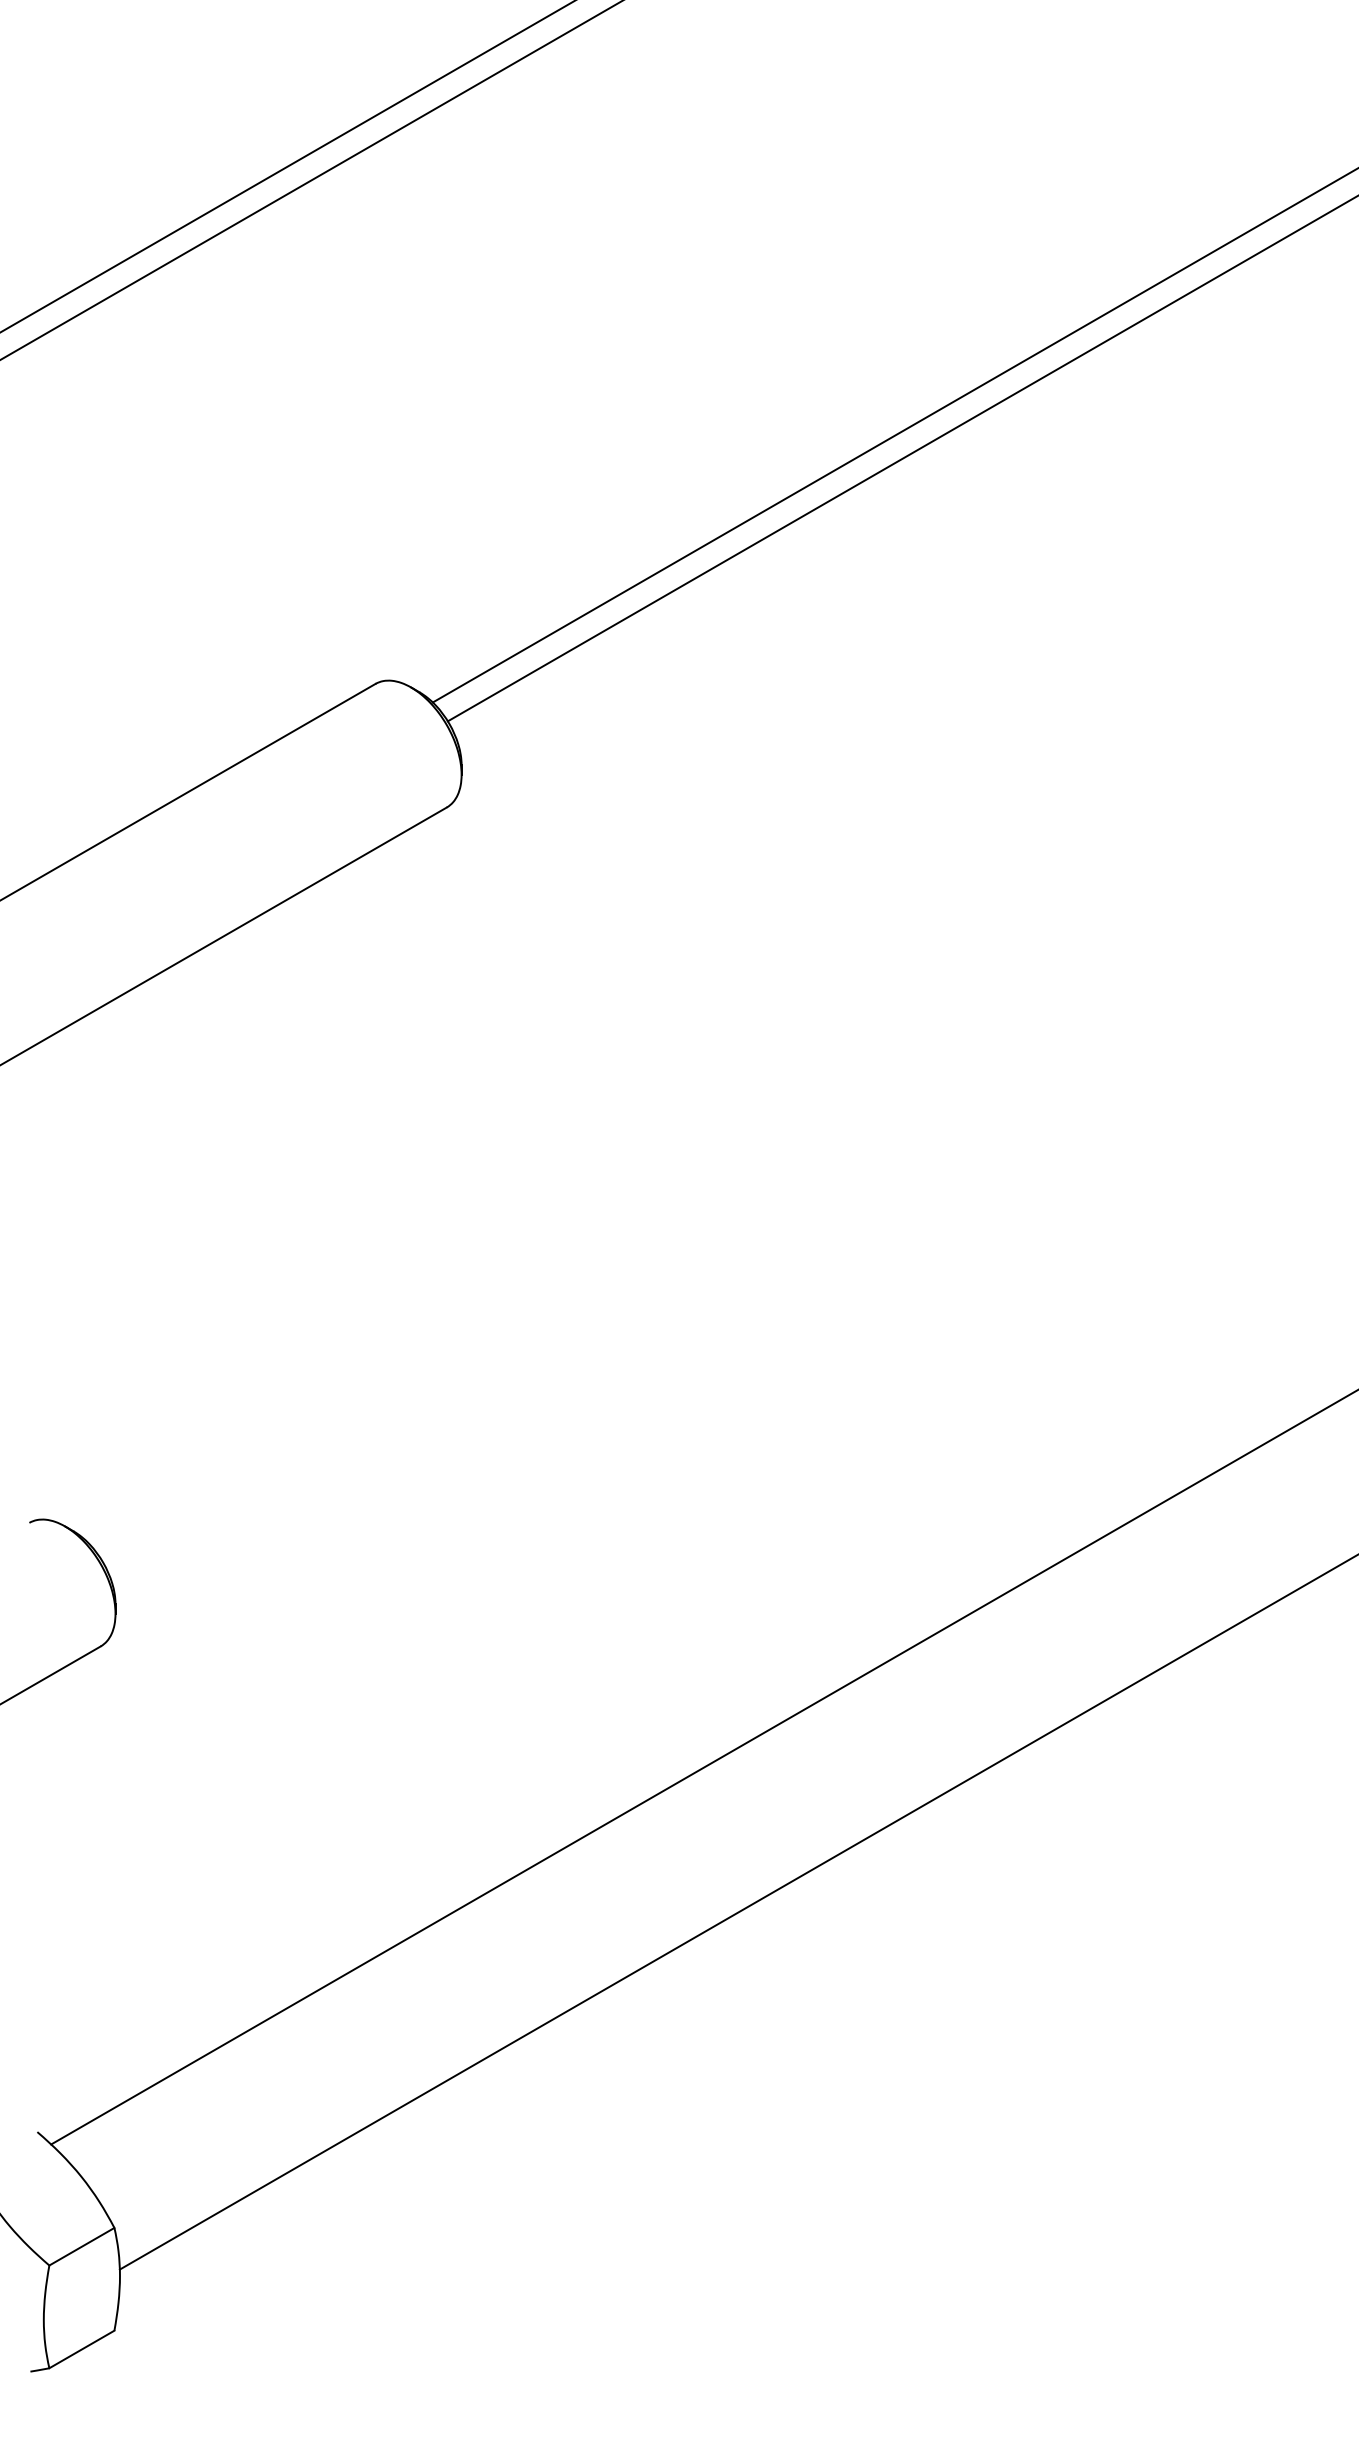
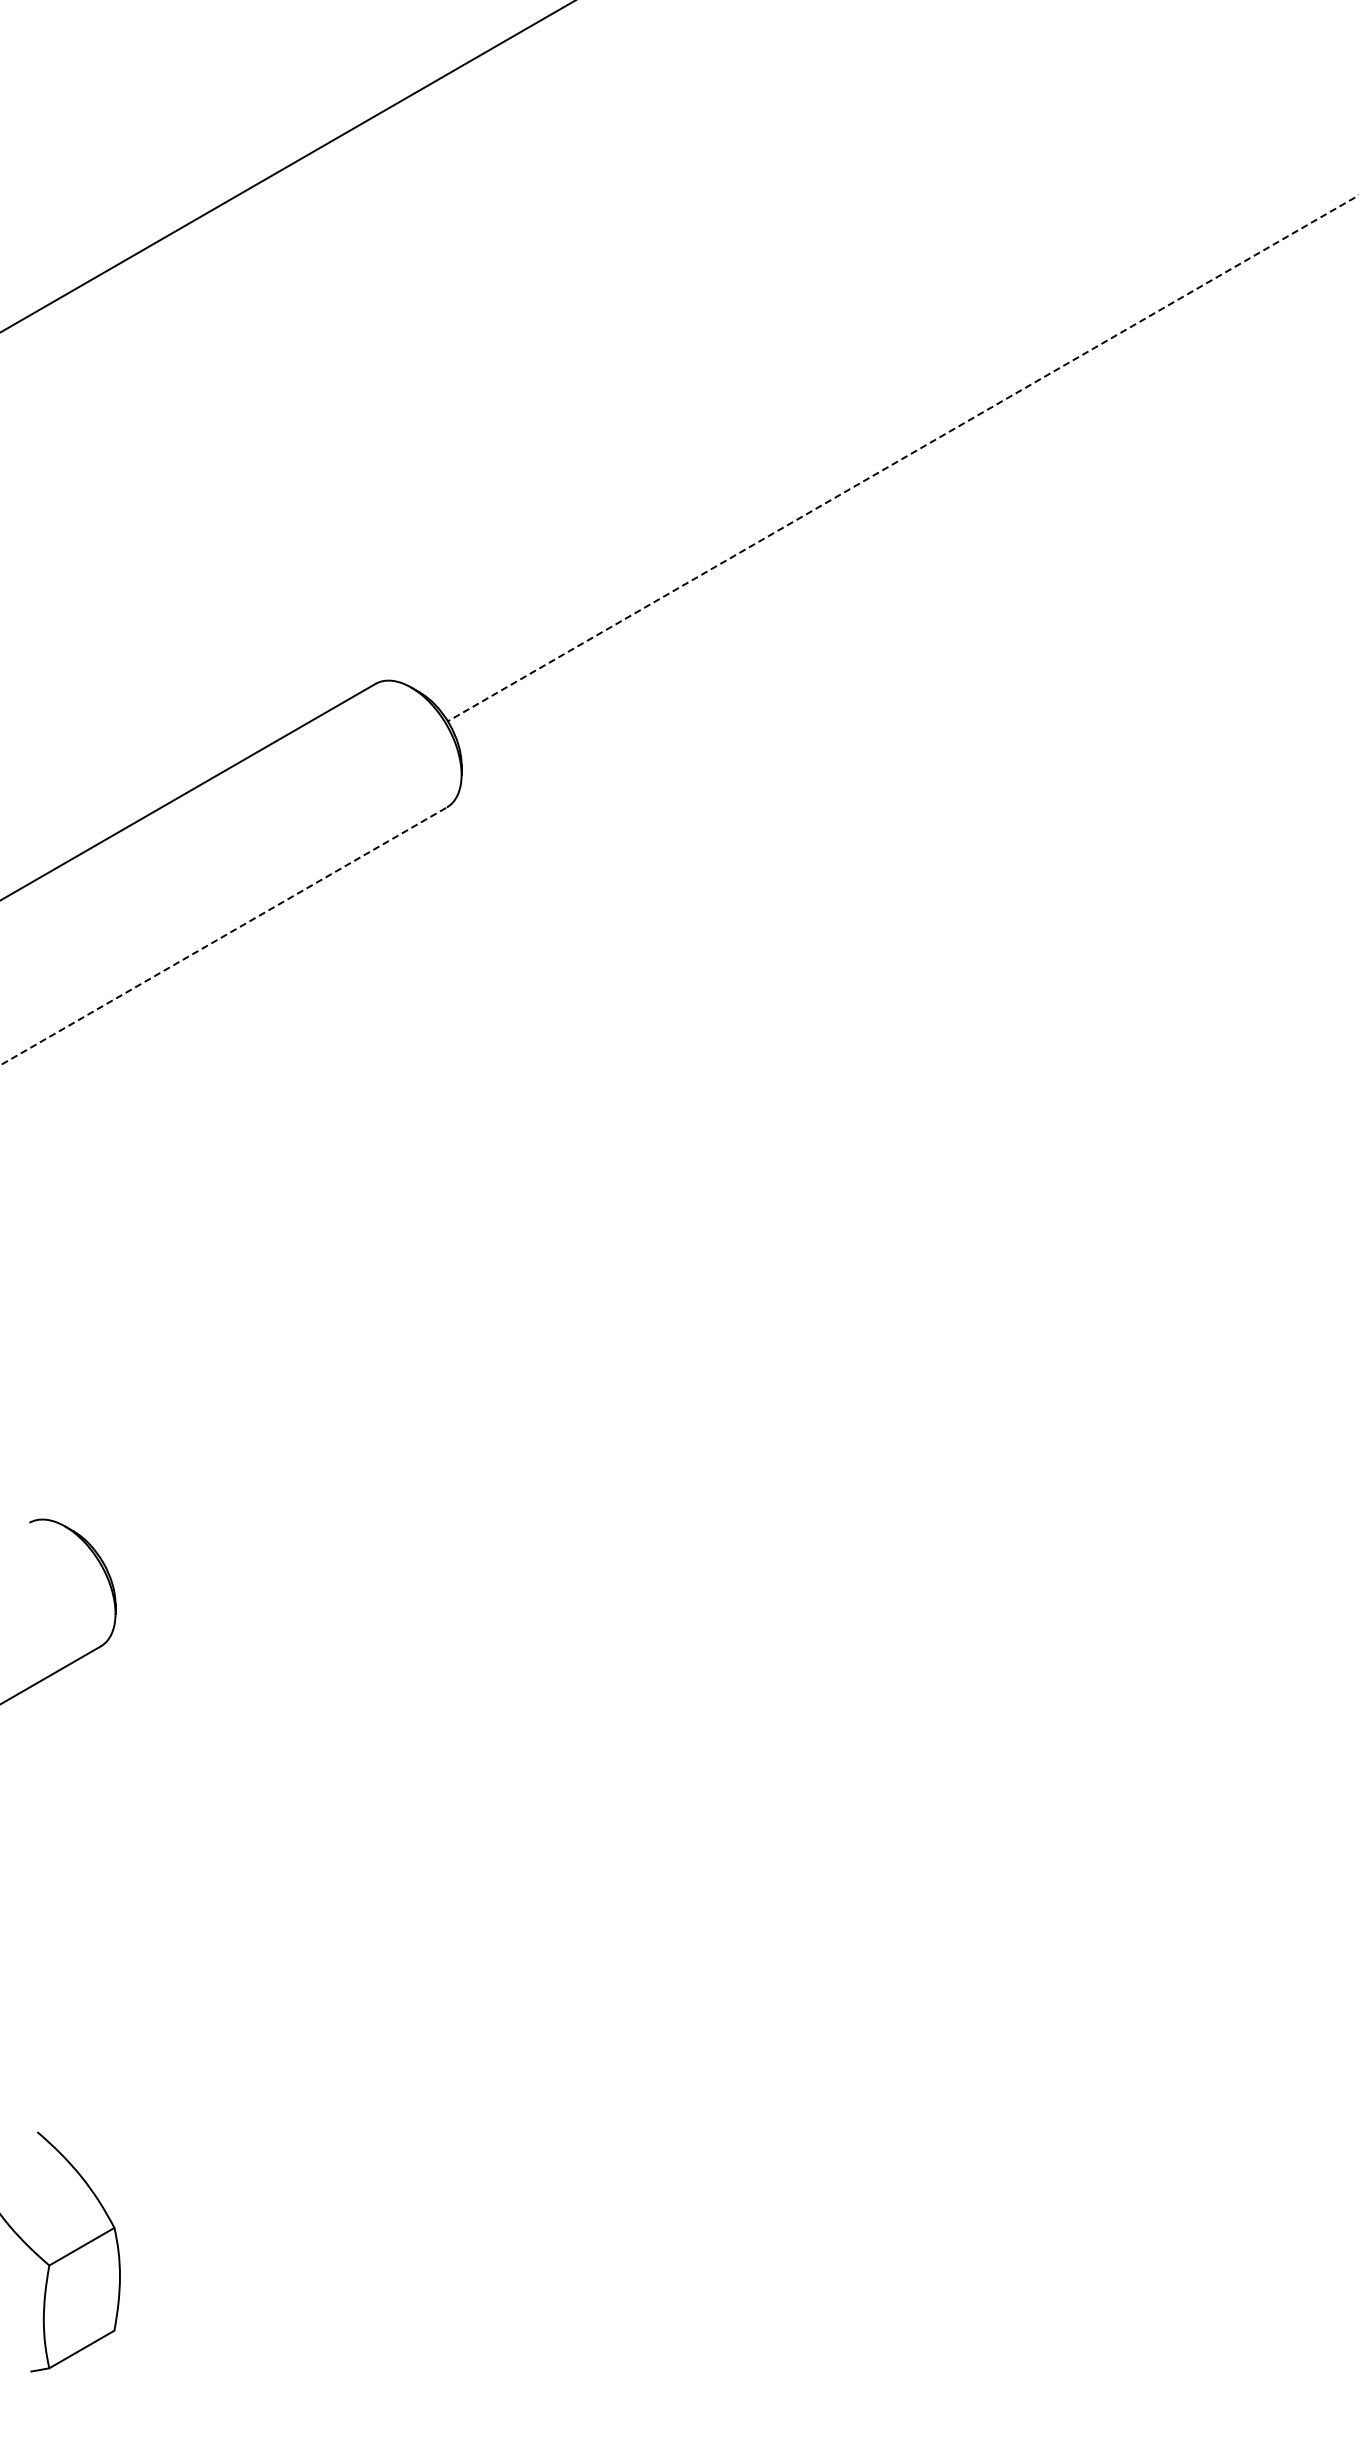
line at (311, 180): present -> none
line at (893, 435): present -> none
line at (903, 458): solid -> dashed
line at (223, 936): solid -> dashed
line at (703, 1767): present -> none
line at (737, 1912): present -> none
